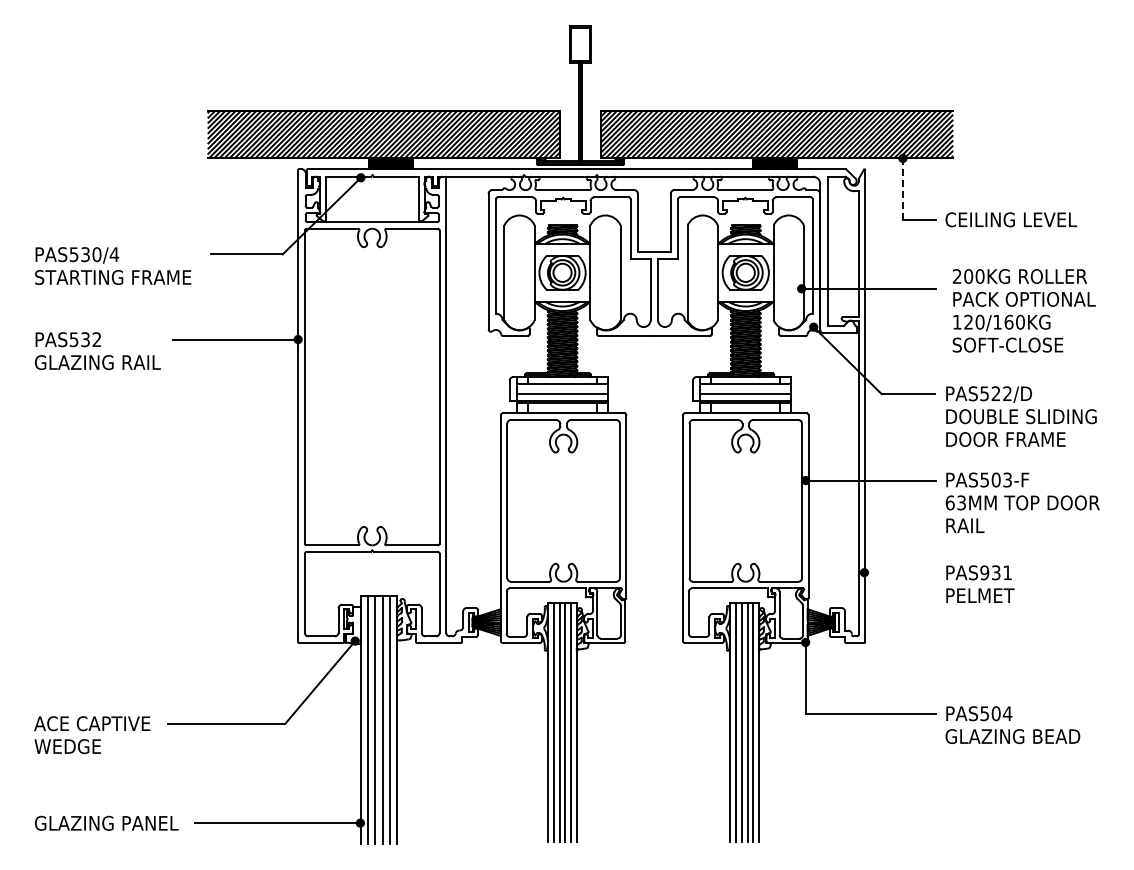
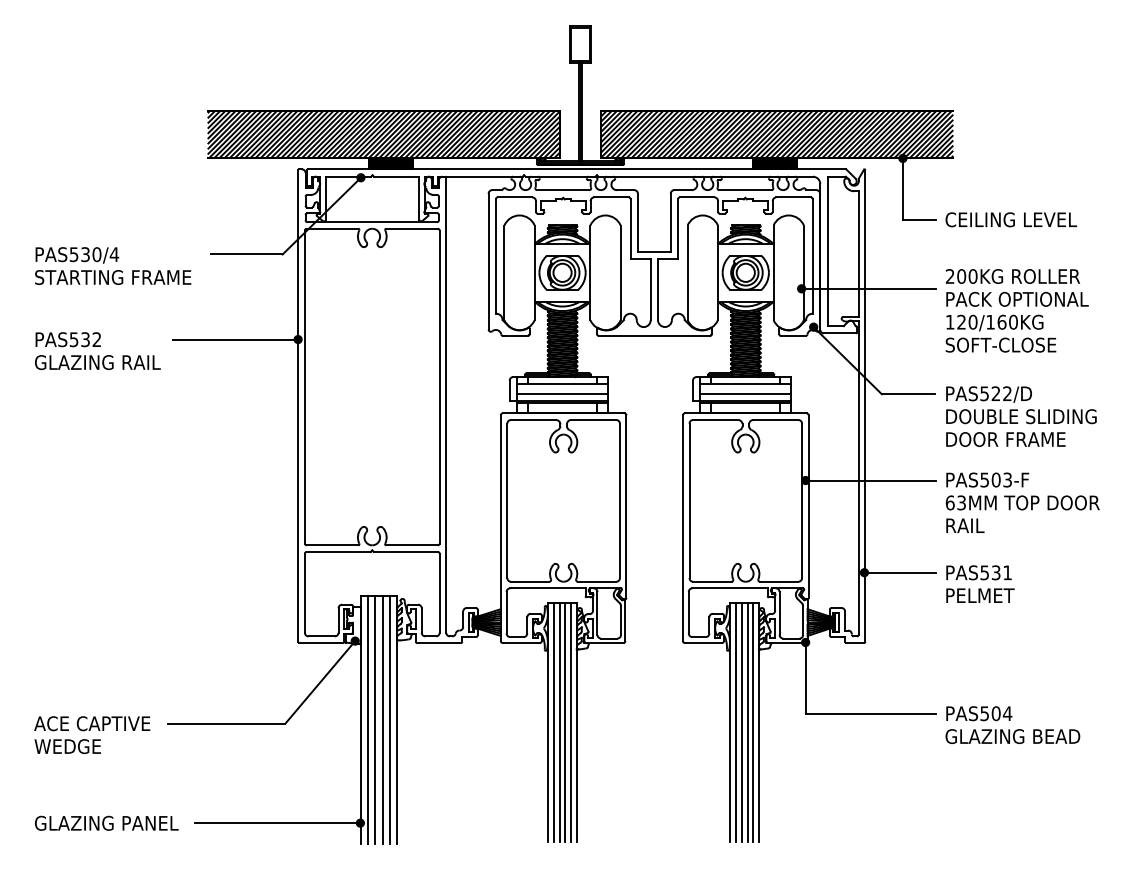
line at (902, 189): dashed -> solid
text at (1023, 310) position: (1023, 310) -> (1016, 310)
line at (899, 572): none -> present
text at (984, 572): PAS931 -> PAS531
